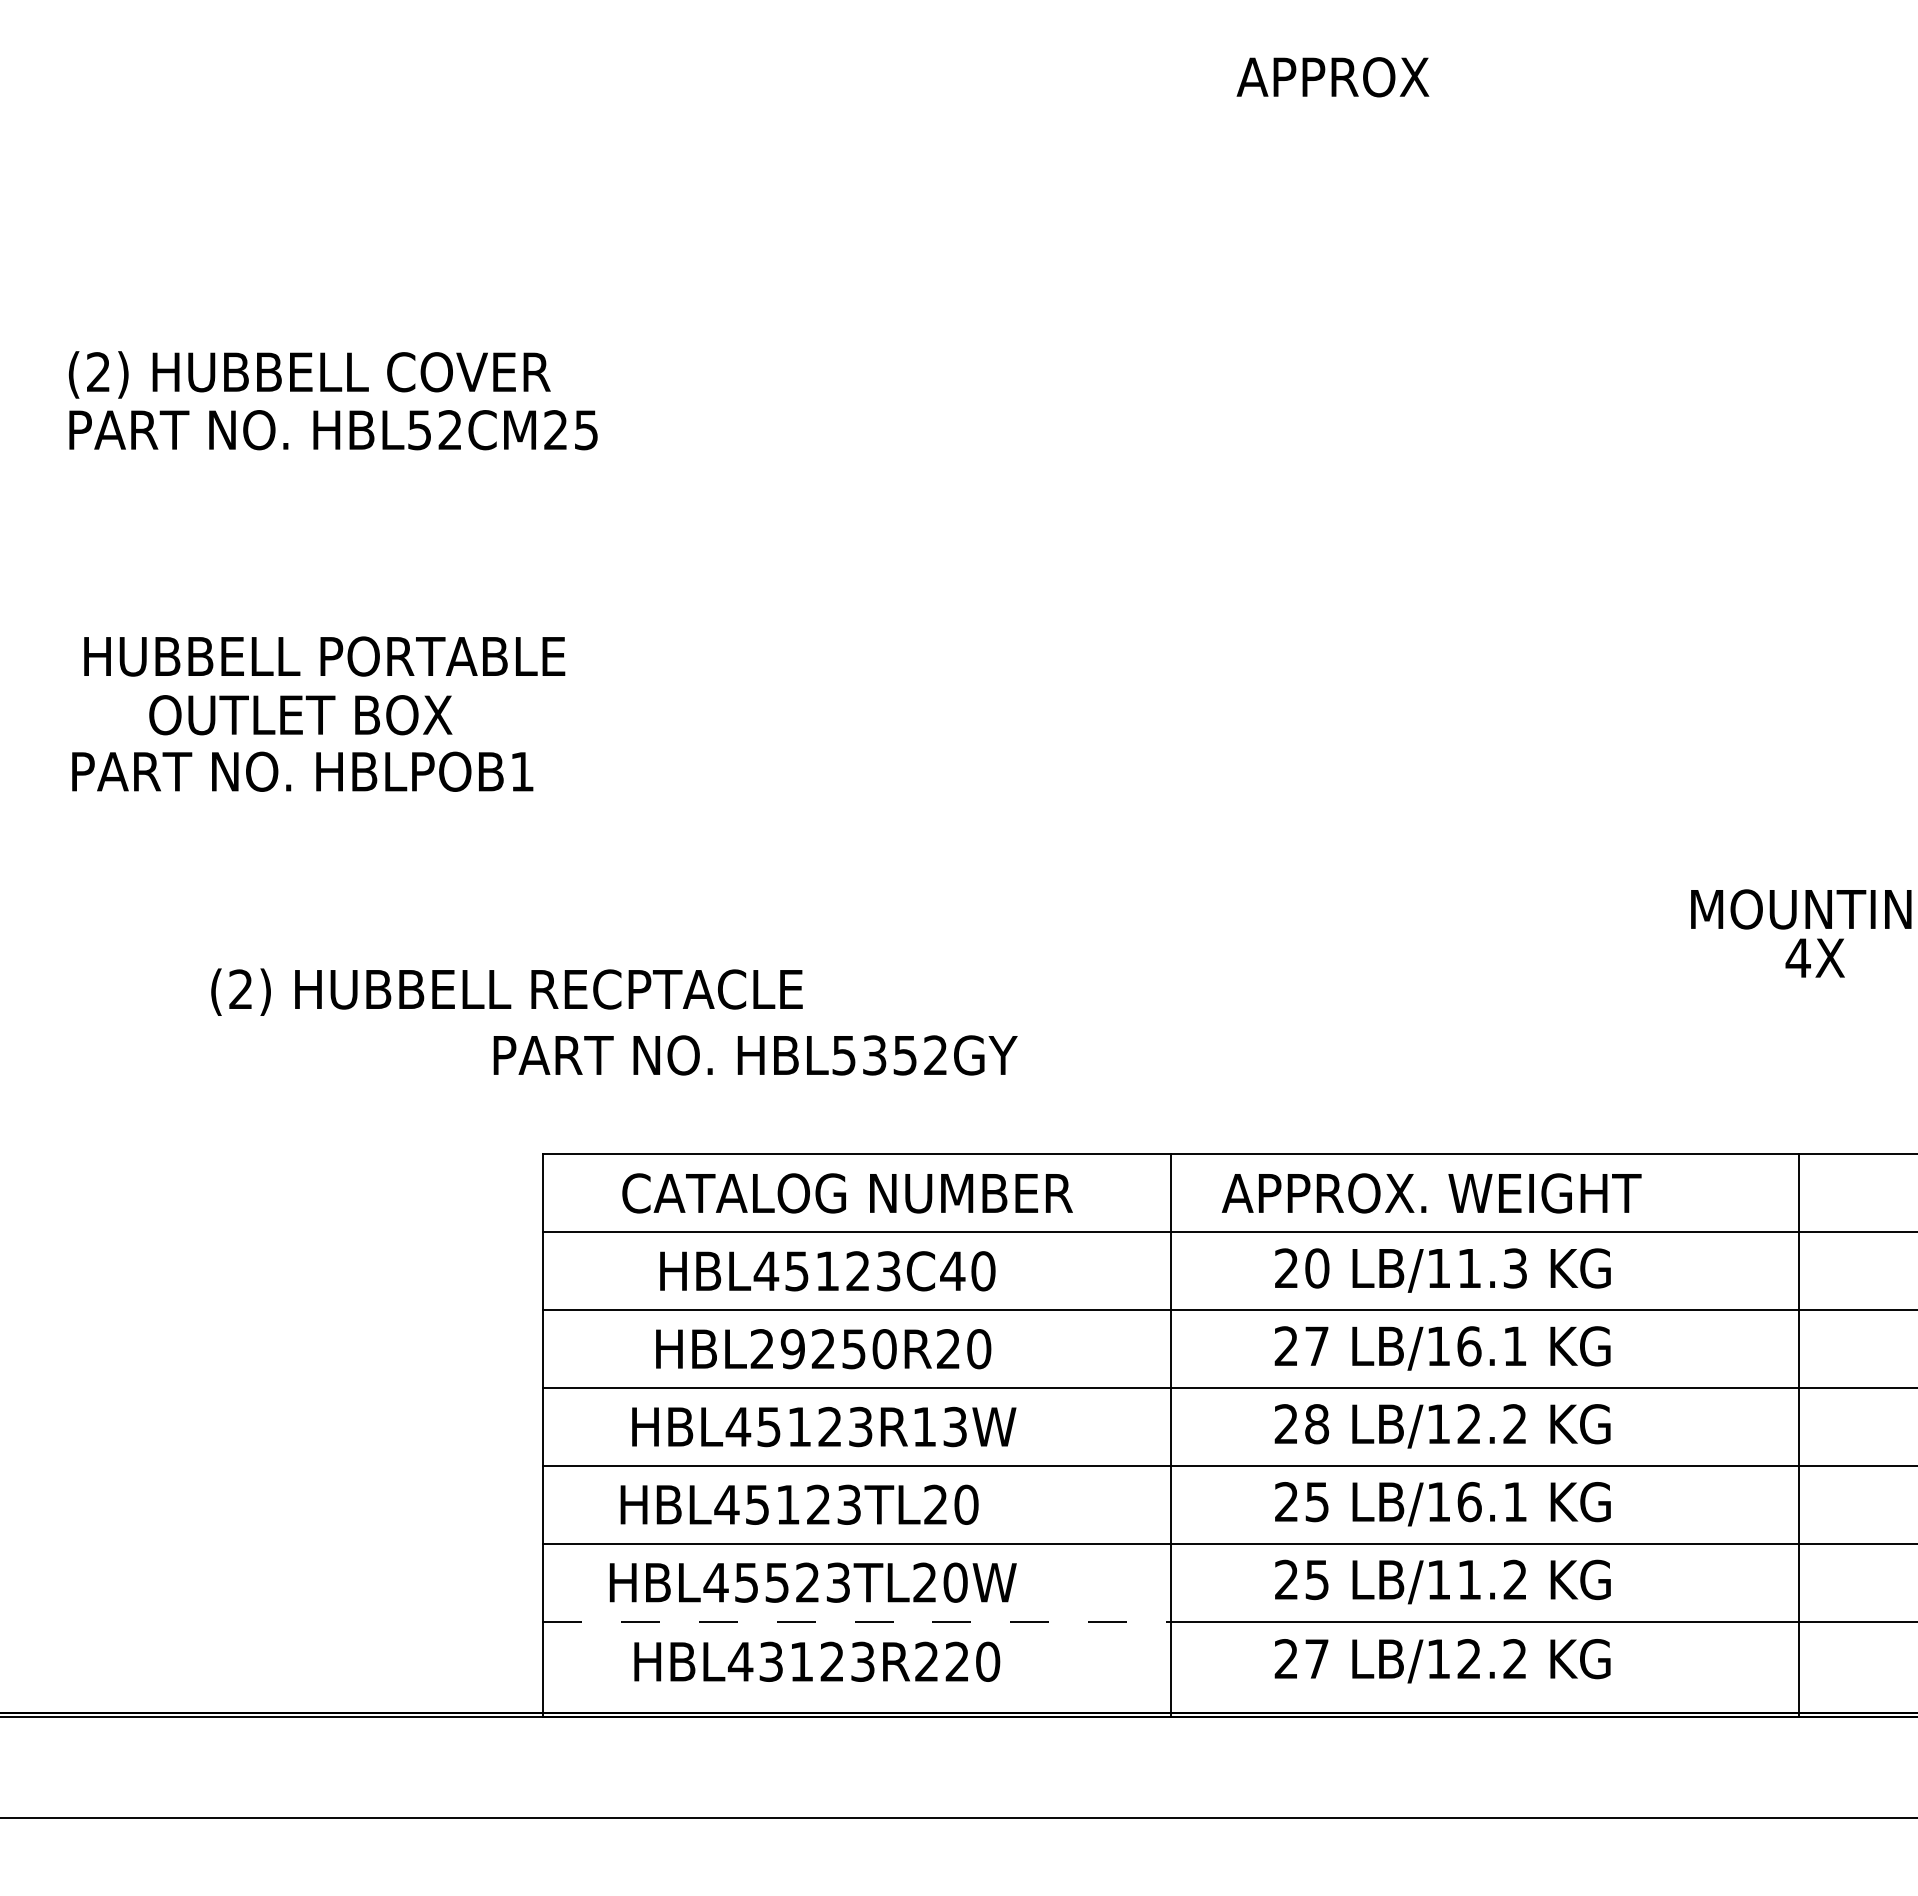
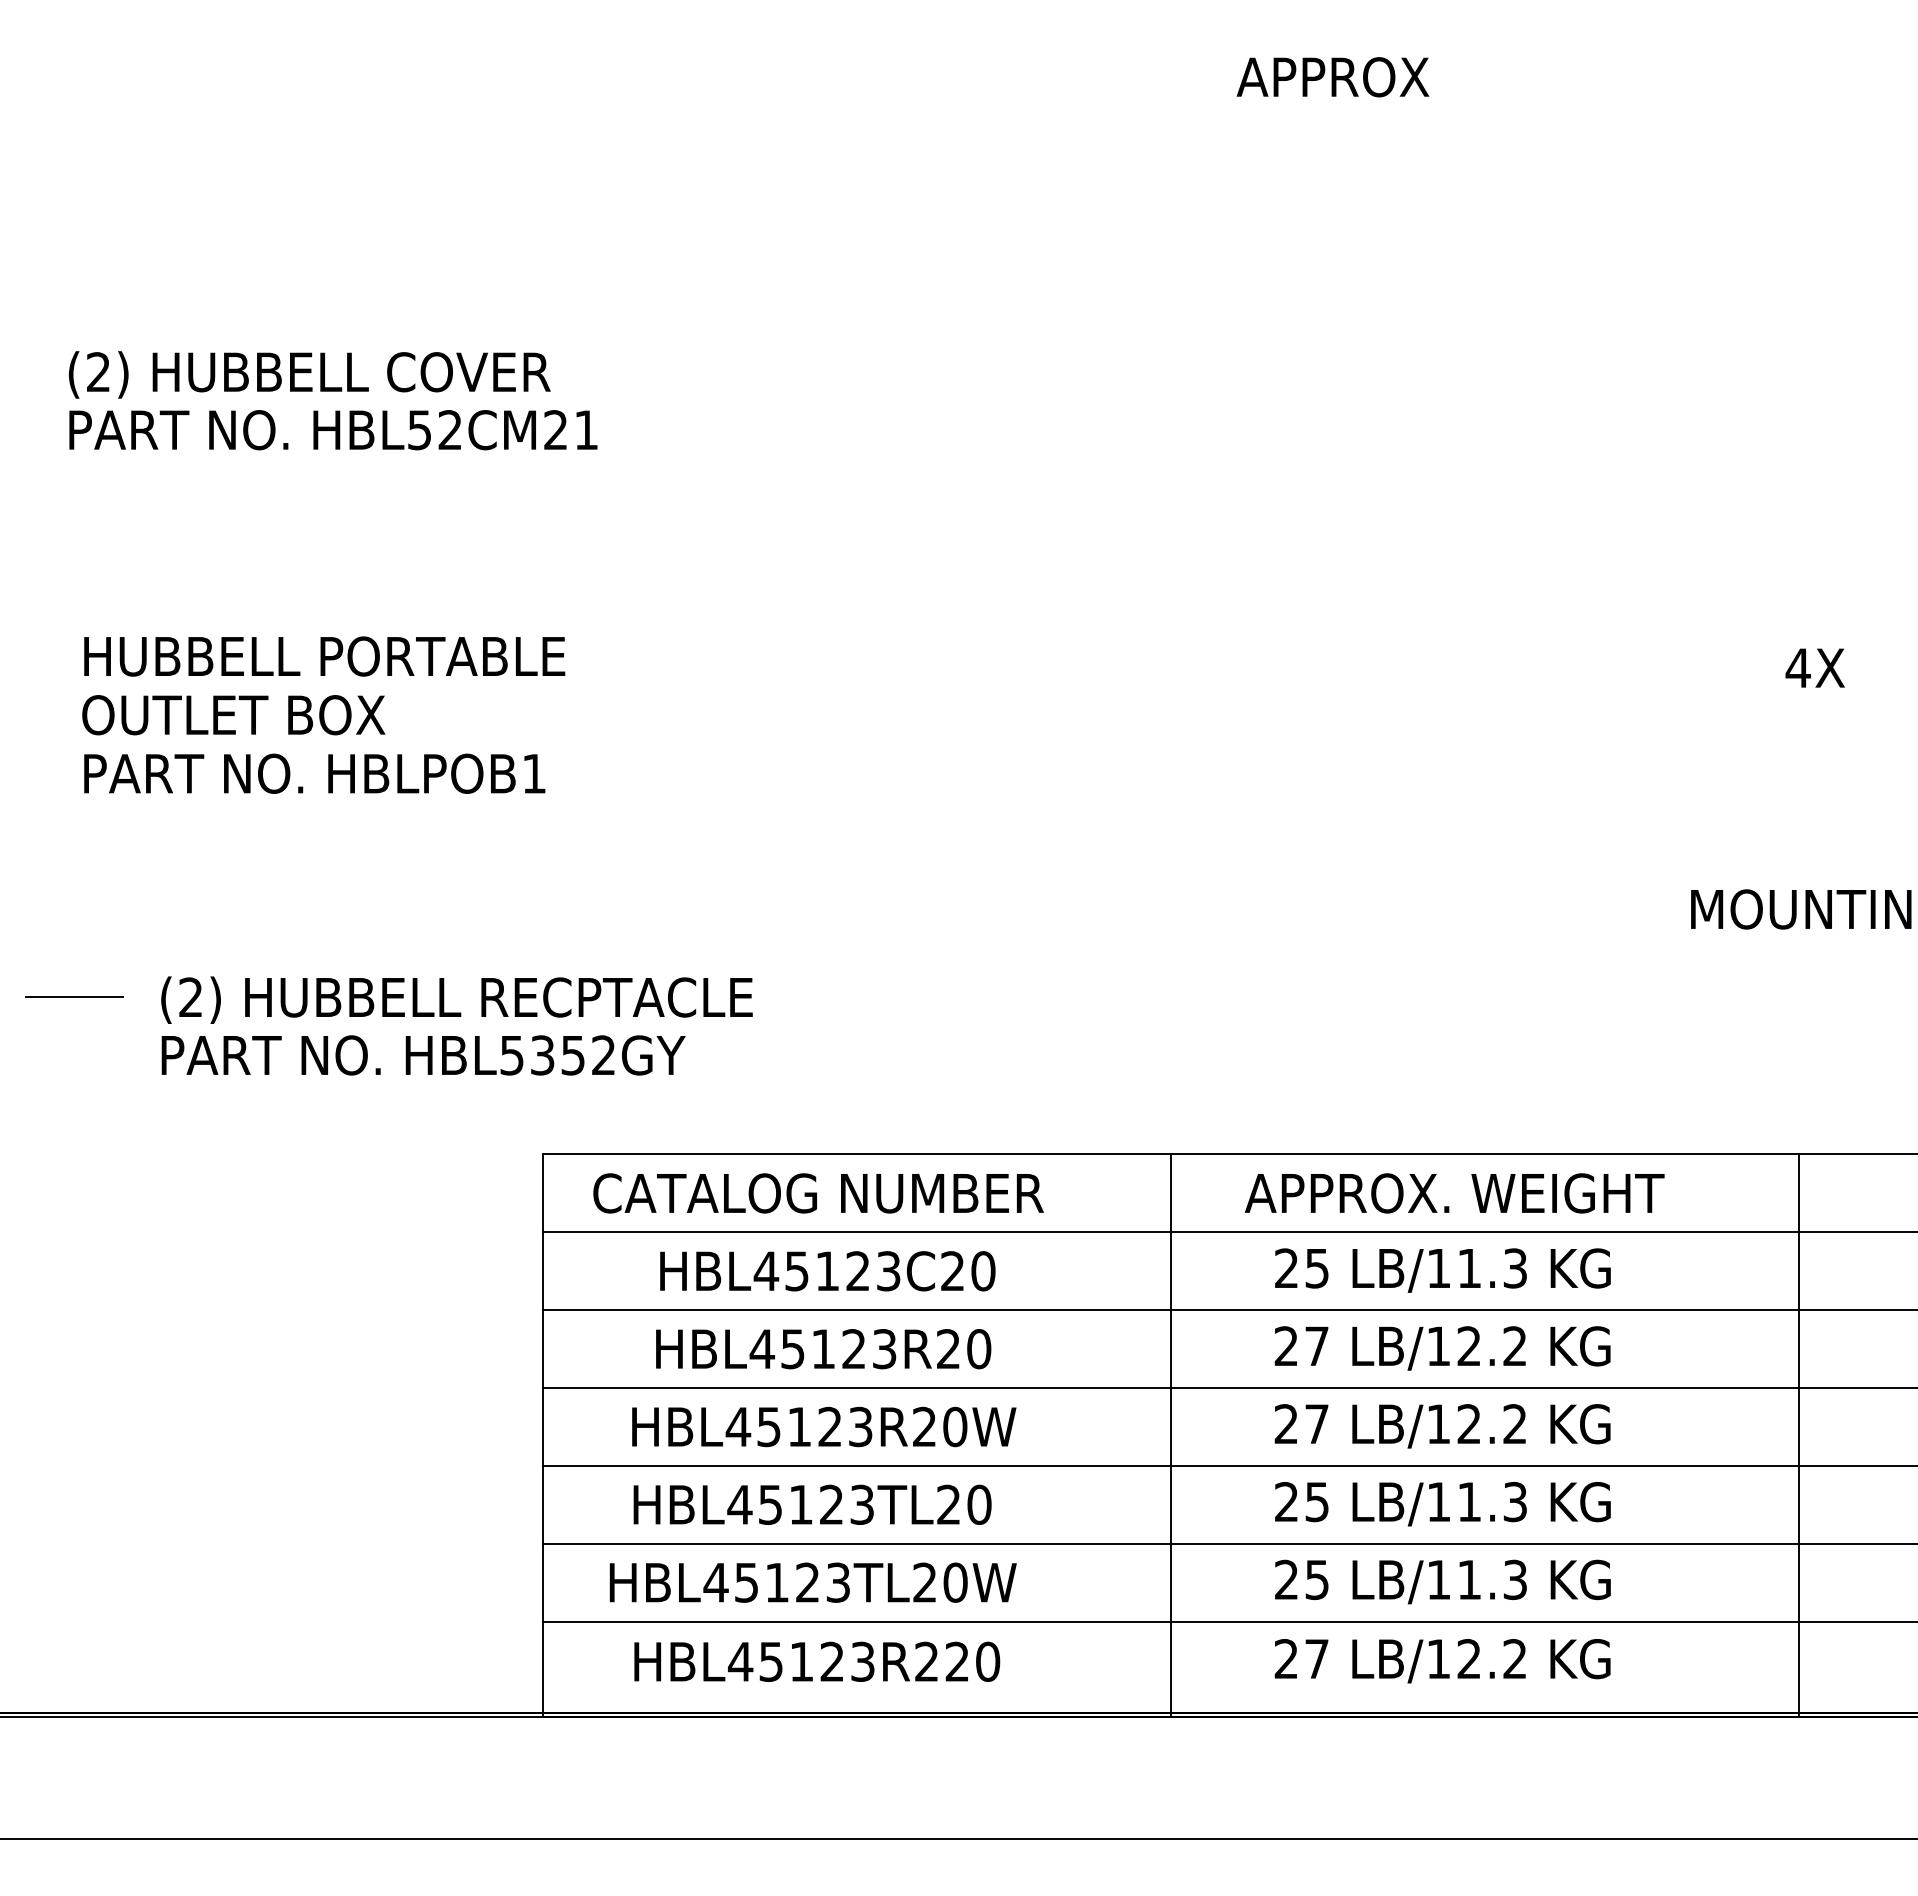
text at (586, 430): HBL52CM25 -> HBL52CM21
text at (300, 715) position: (300, 715) -> (233, 715)
text at (302, 771) position: (302, 771) -> (314, 773)
text at (1814, 957) position: (1814, 957) -> (1814, 667)
text at (506, 991) position: (506, 991) -> (456, 999)
line at (74, 997): none -> present
text at (755, 1055) position: (755, 1055) -> (423, 1055)
text at (847, 1193) position: (847, 1193) -> (818, 1193)
text at (1431, 1193) position: (1431, 1193) -> (1454, 1193)
text at (1317, 1268): 20 -> 25
text at (952, 1270): HBL45123C40 -> HBL45123C20
text at (1491, 1346): LB/16.1 -> LB/12.2
text at (822, 1349): HBL29250R20 -> HBL45123R20
text at (1317, 1424): 28 -> 27
text at (940, 1426): HBL45123R13W -> HBL45123R20W
text at (1491, 1502): LB/16.1 -> LB/11.3
text at (799, 1504) position: (799, 1504) -> (812, 1504)
text at (1514, 1580): LB/11.2 -> LB/11.3
text at (776, 1582): HBL45523TL20W -> HBL45123TL20W
line at (857, 1621): dashed -> solid
text at (771, 1661): HBL43123R220 -> HBL45123R220
line at (958, 1817) position: (958, 1817) -> (958, 1838)
